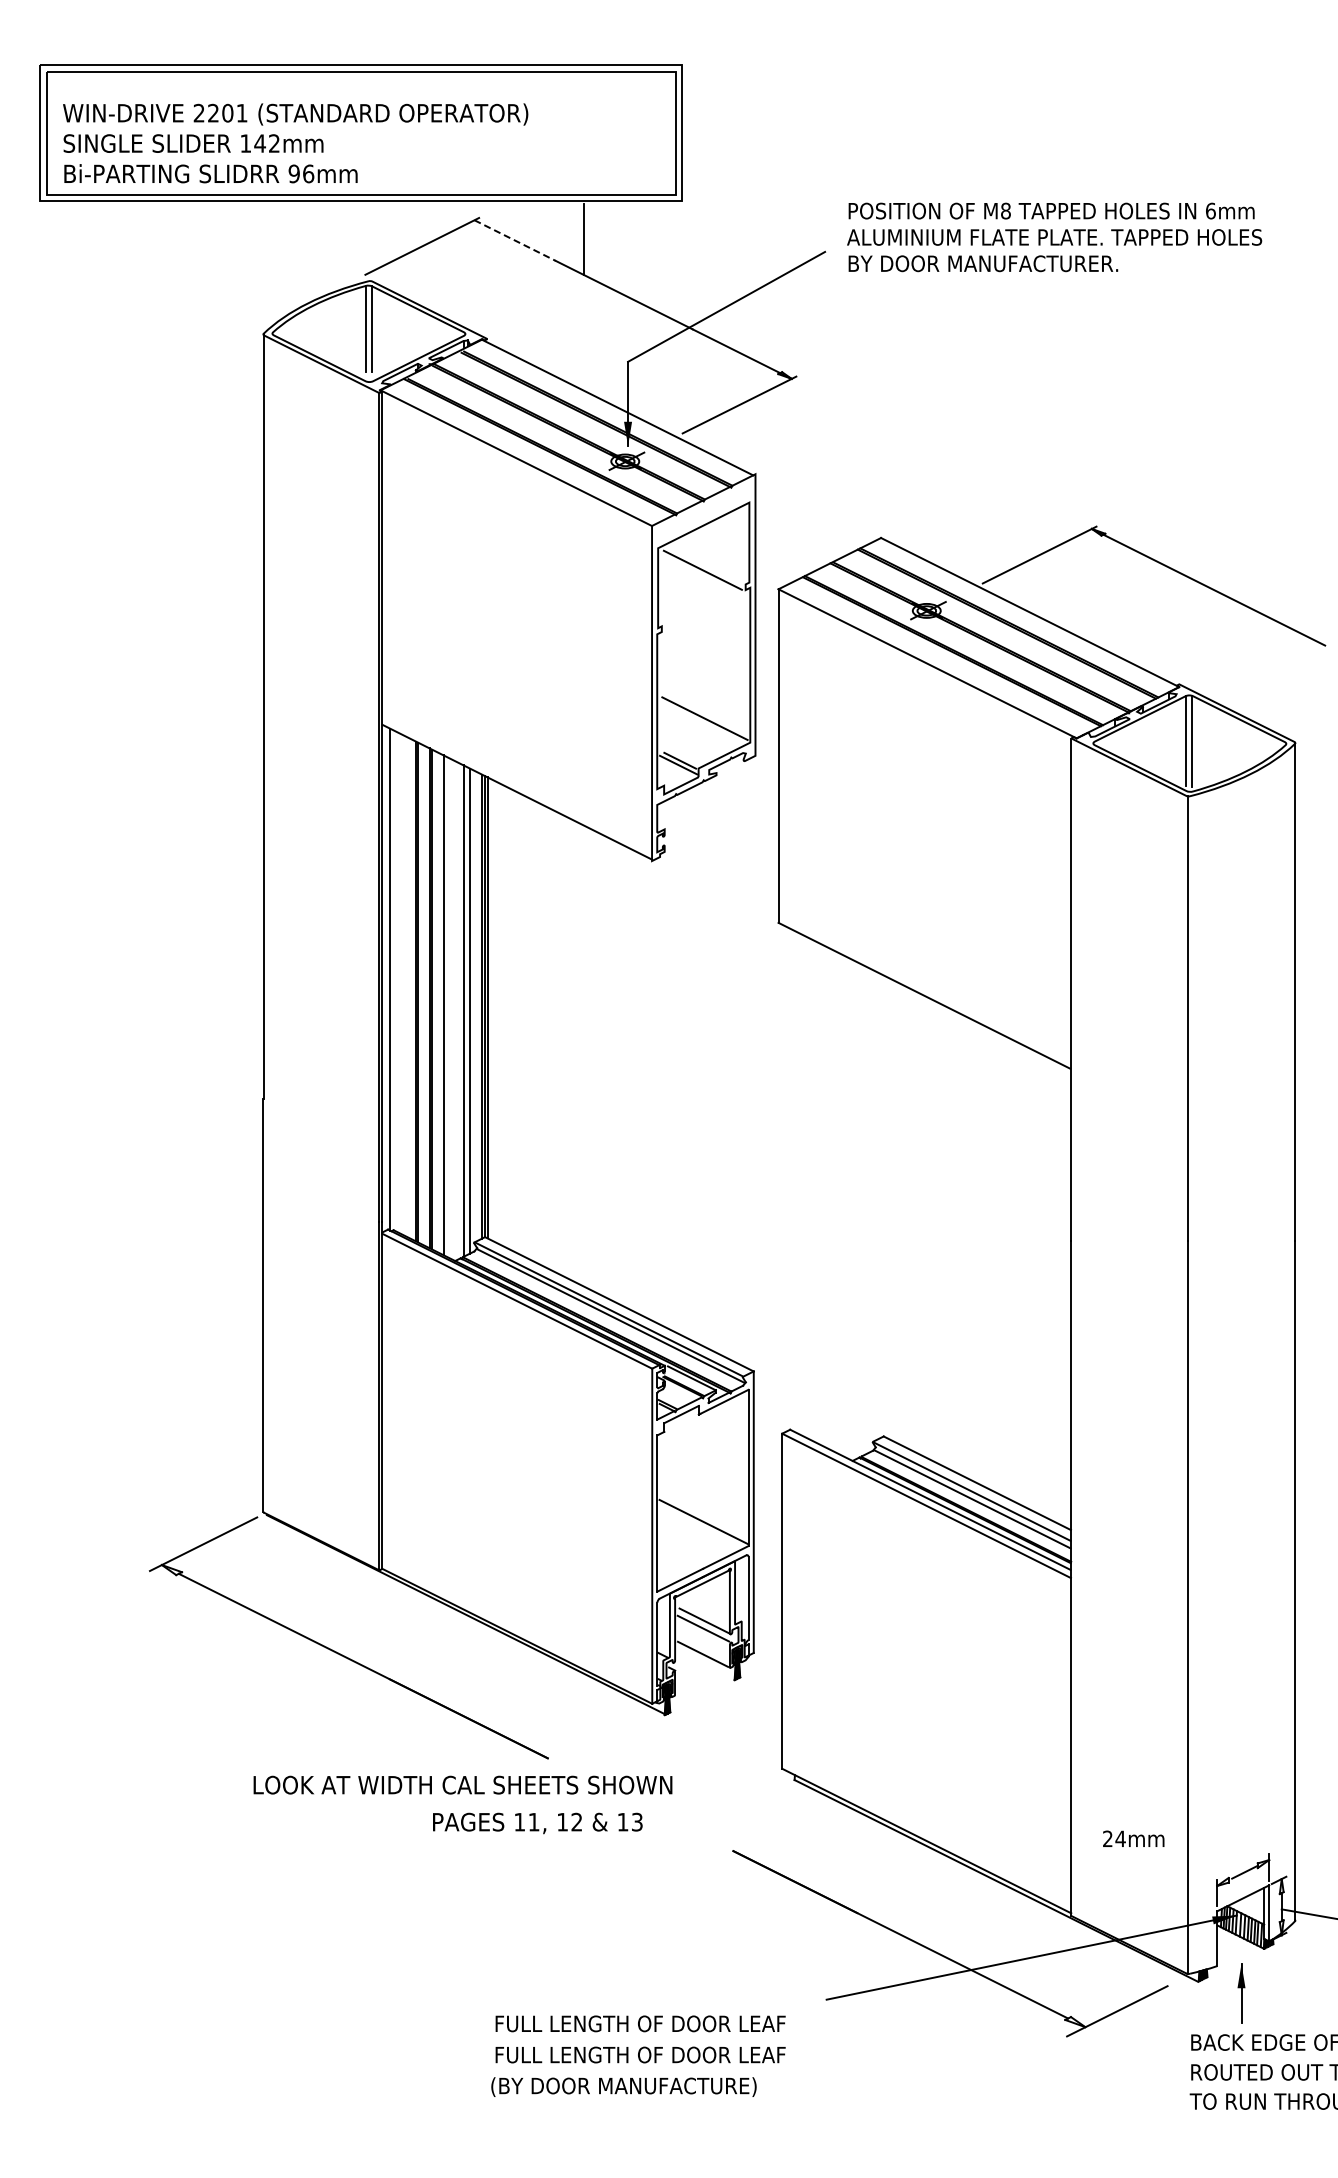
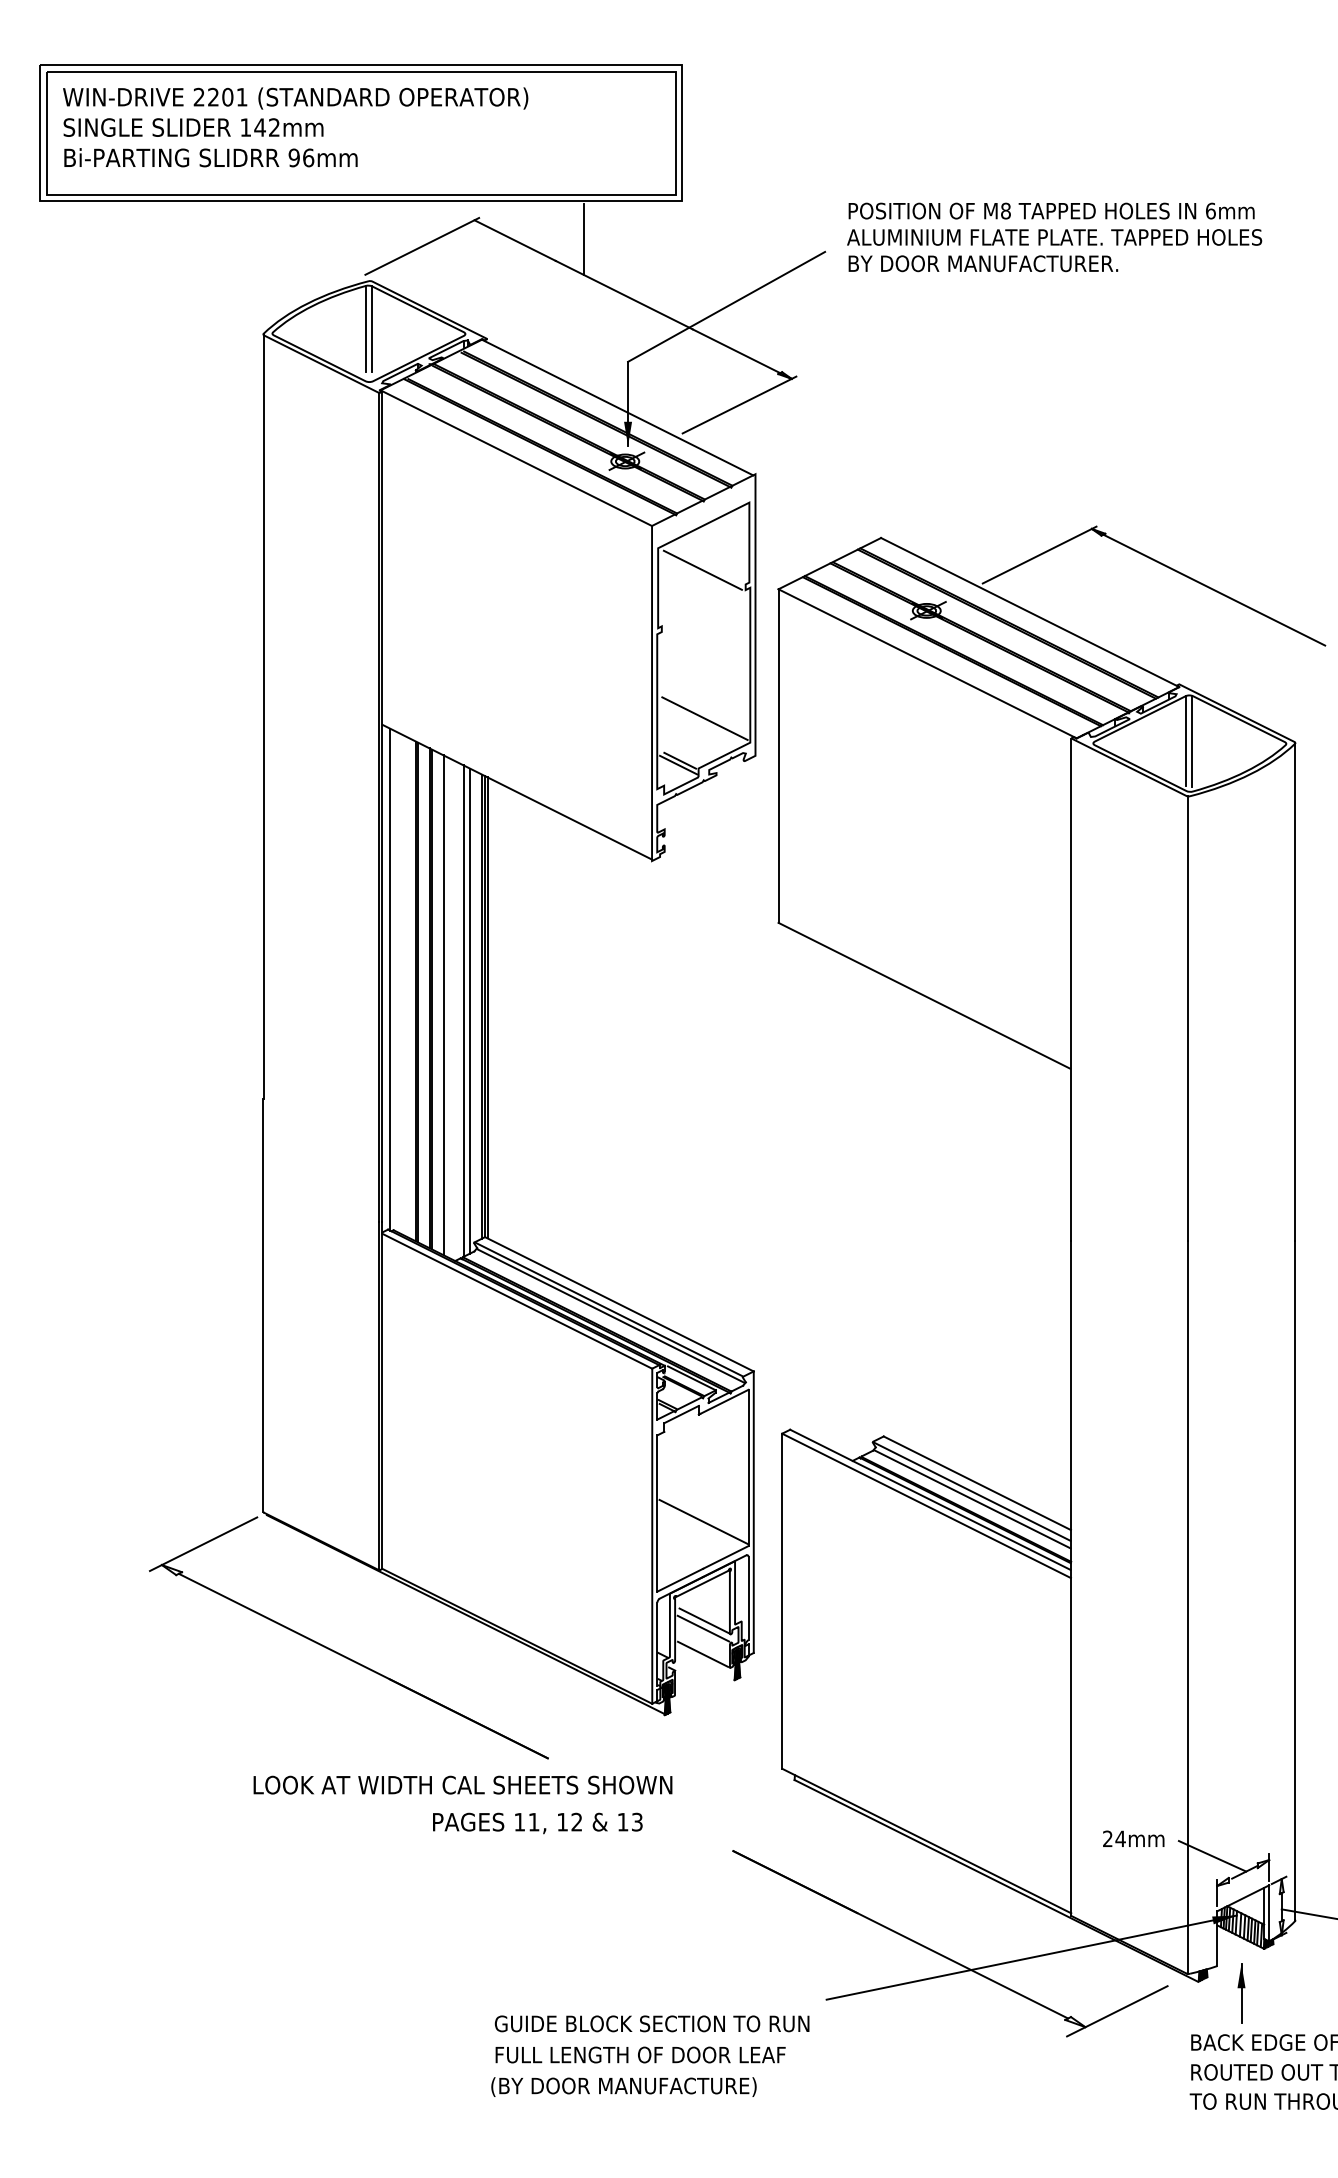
text at (295, 143) position: (295, 143) -> (295, 127)
line at (515, 240): dashed -> solid
line at (1212, 1856): none -> present
text at (651, 2023): FULL LENGTH OF DOOR LEAF -> GUIDE BLOCK SECTION TO RUN
